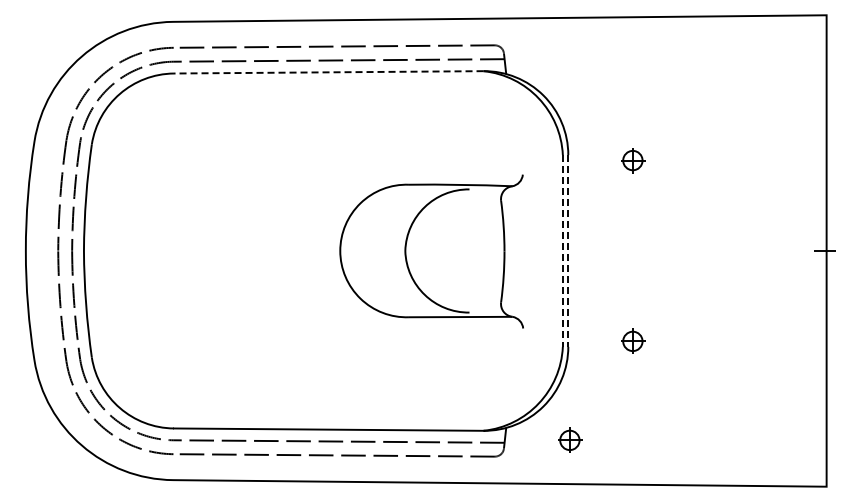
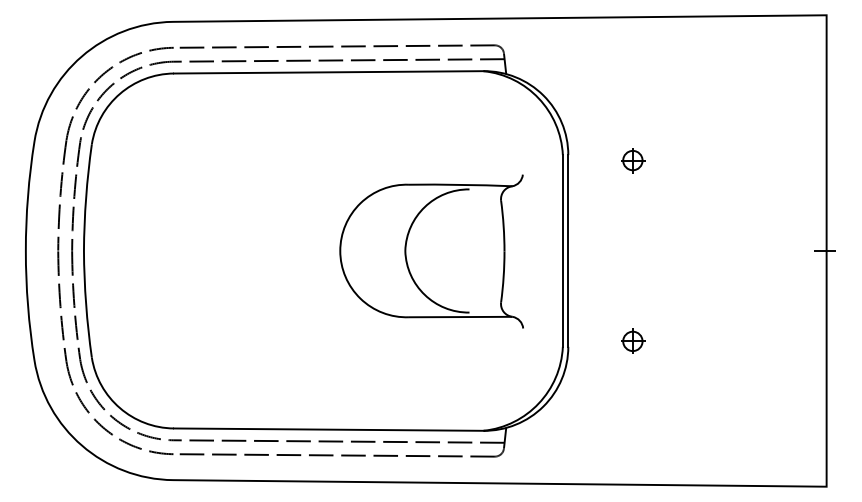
line at (328, 72): dashed -> solid
line at (562, 251): dashed -> solid
line at (568, 251): dashed -> solid
part at (570, 439): present -> none
